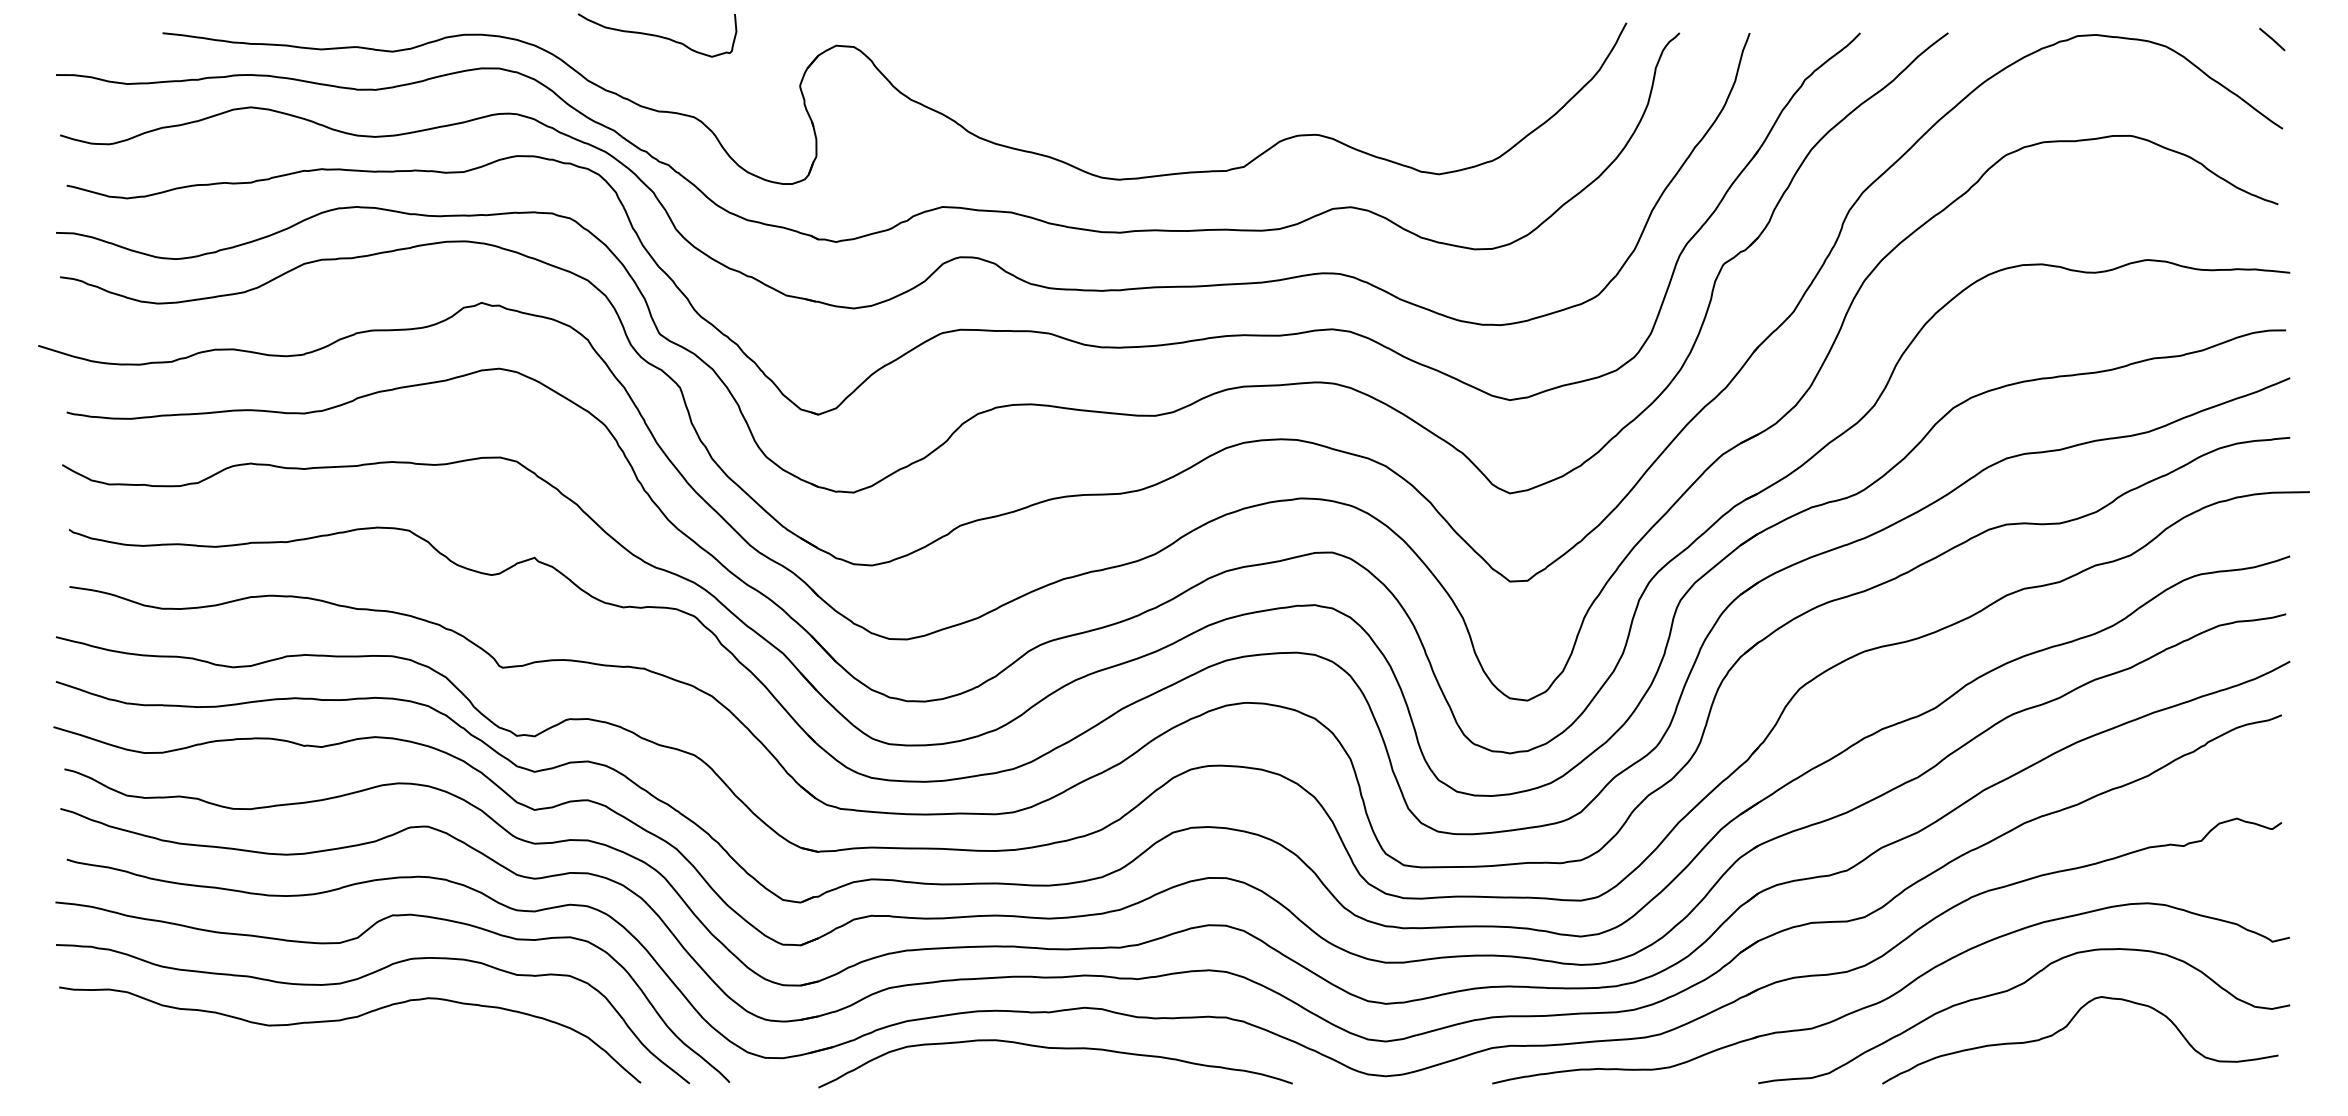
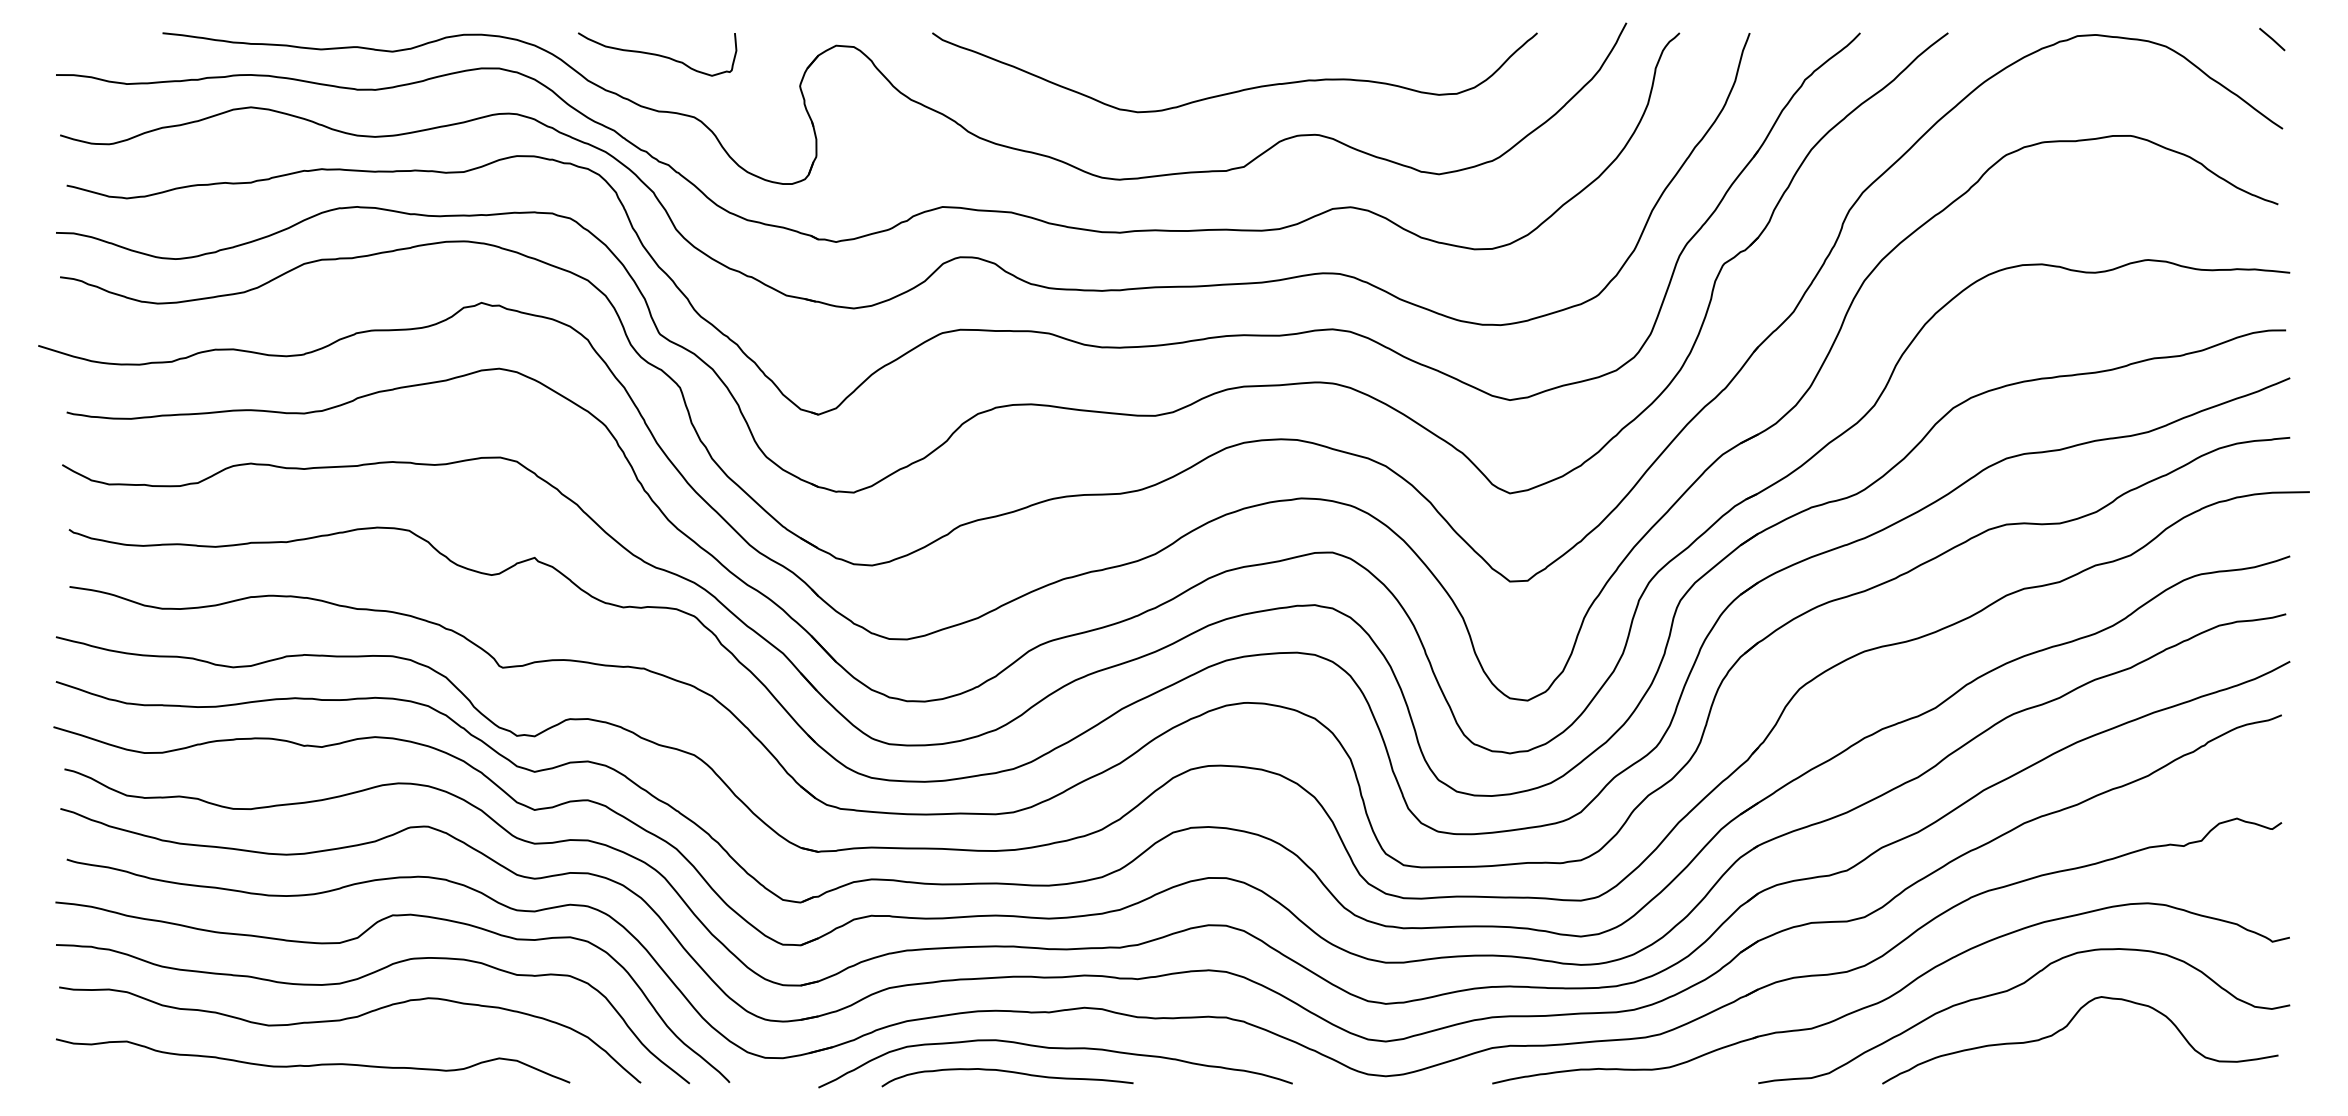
curve at (657, 35) position: (657, 35) -> (657, 54)
curve at (1237, 90): none -> present
curve at (313, 1064): none -> present
curve at (1007, 1072): none -> present
